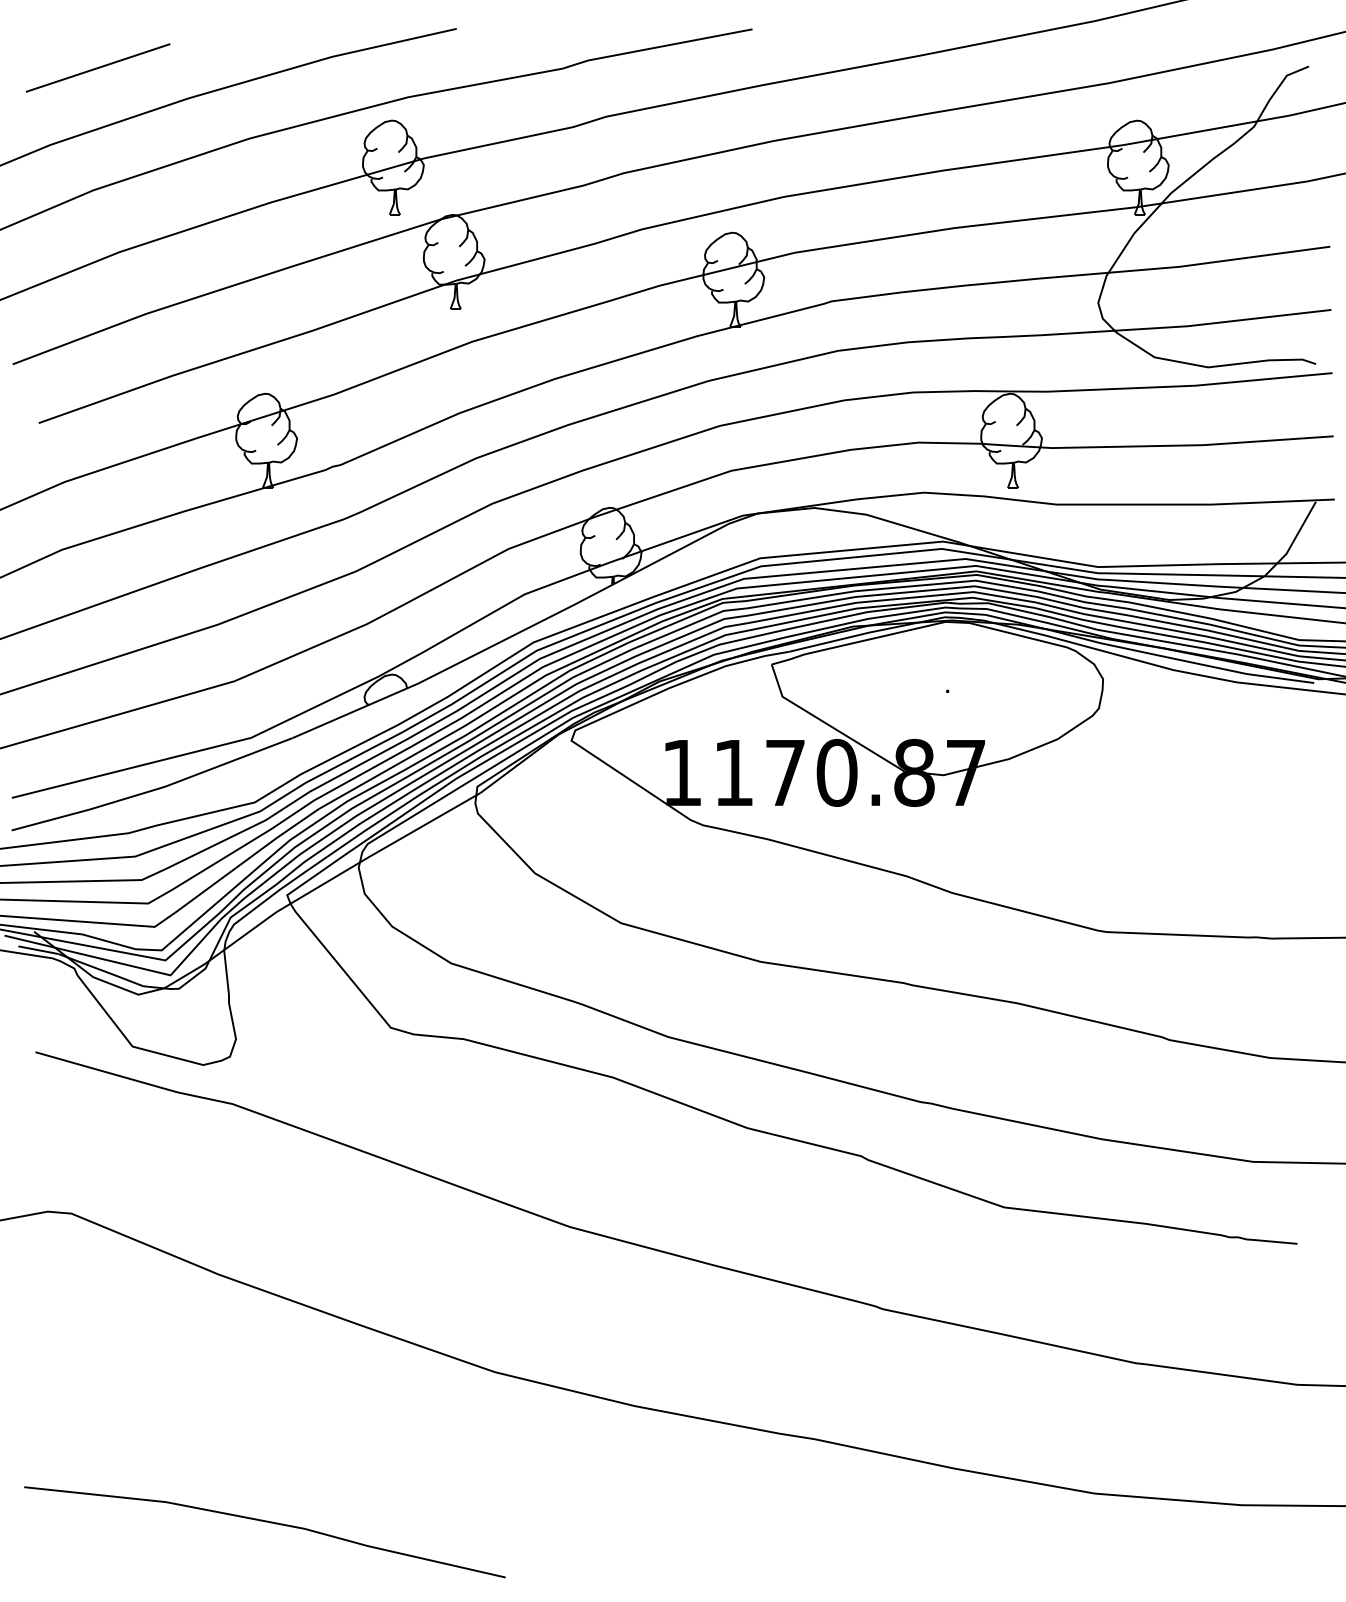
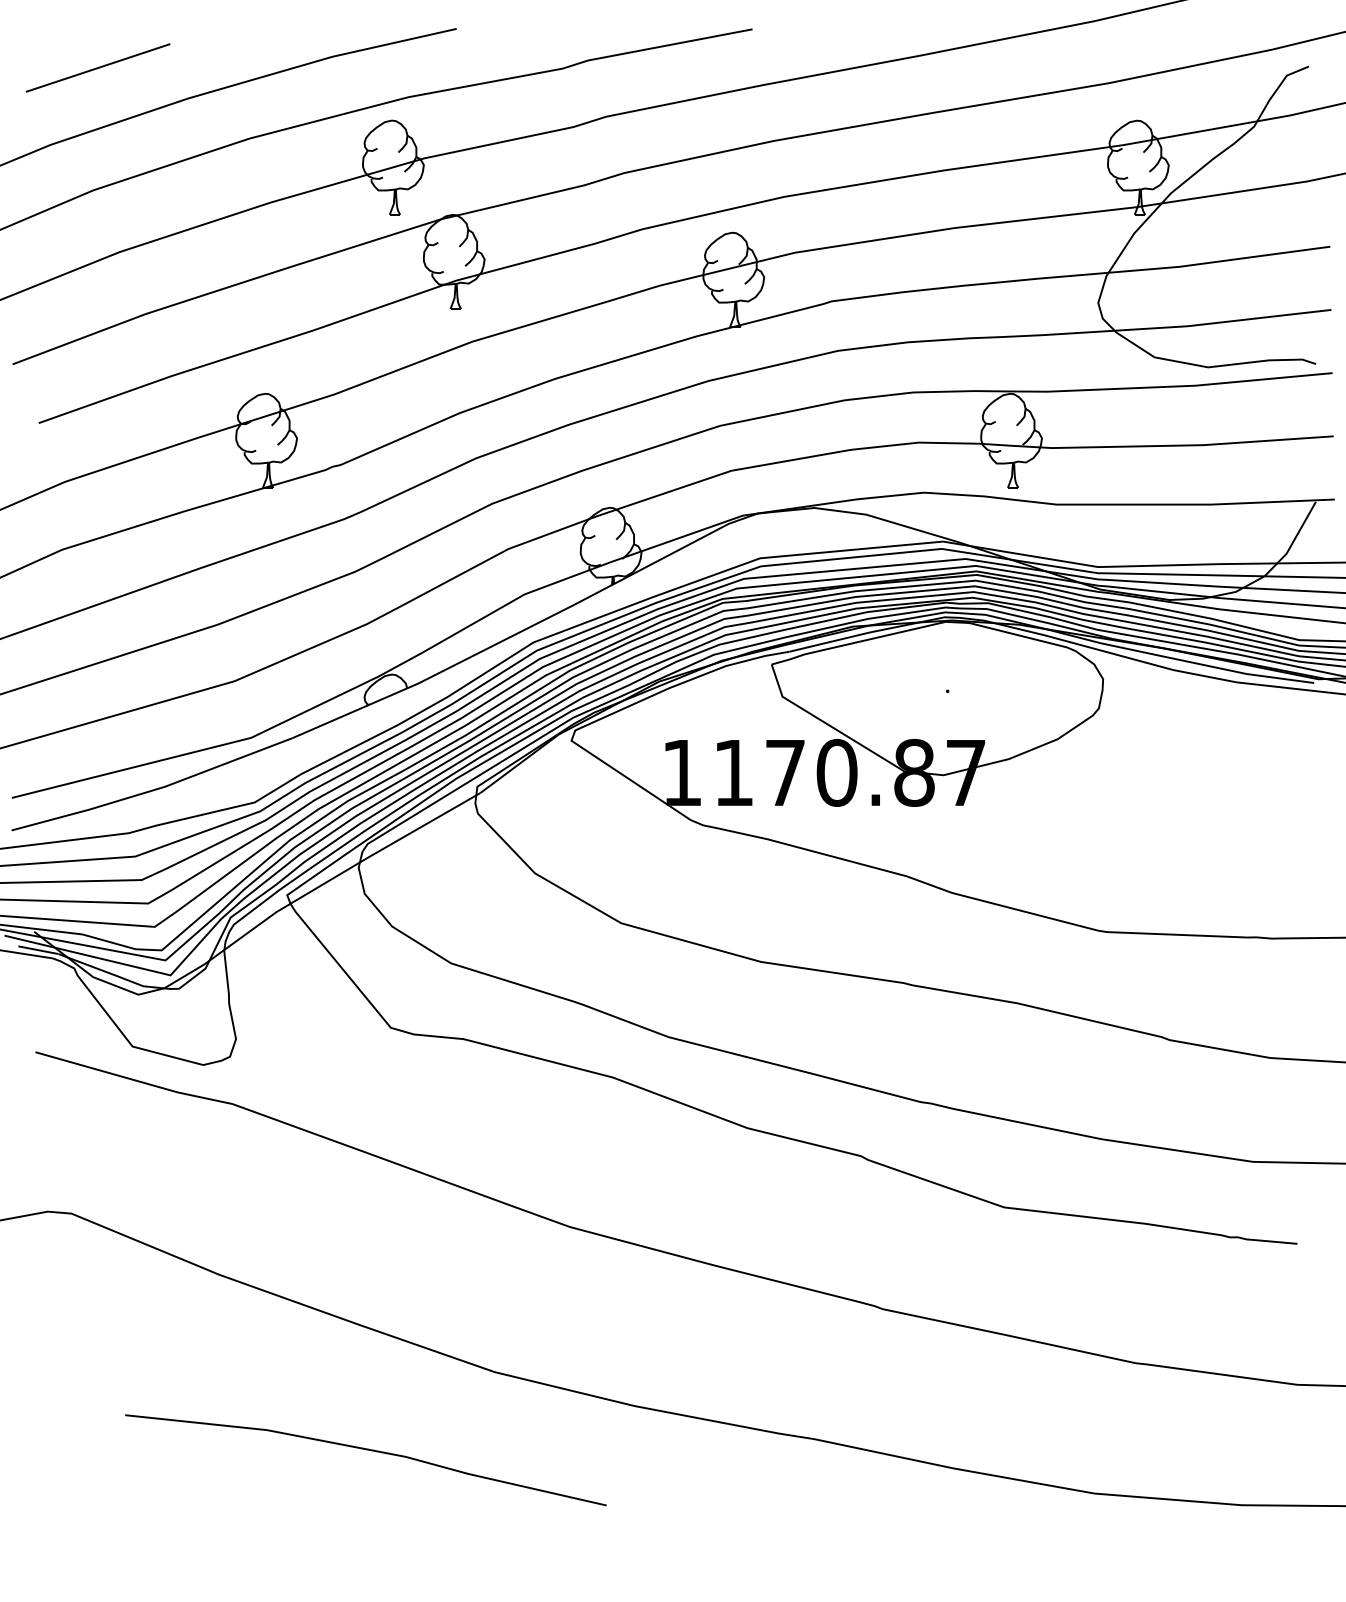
line at (265, 1522) position: (265, 1522) -> (366, 1450)
